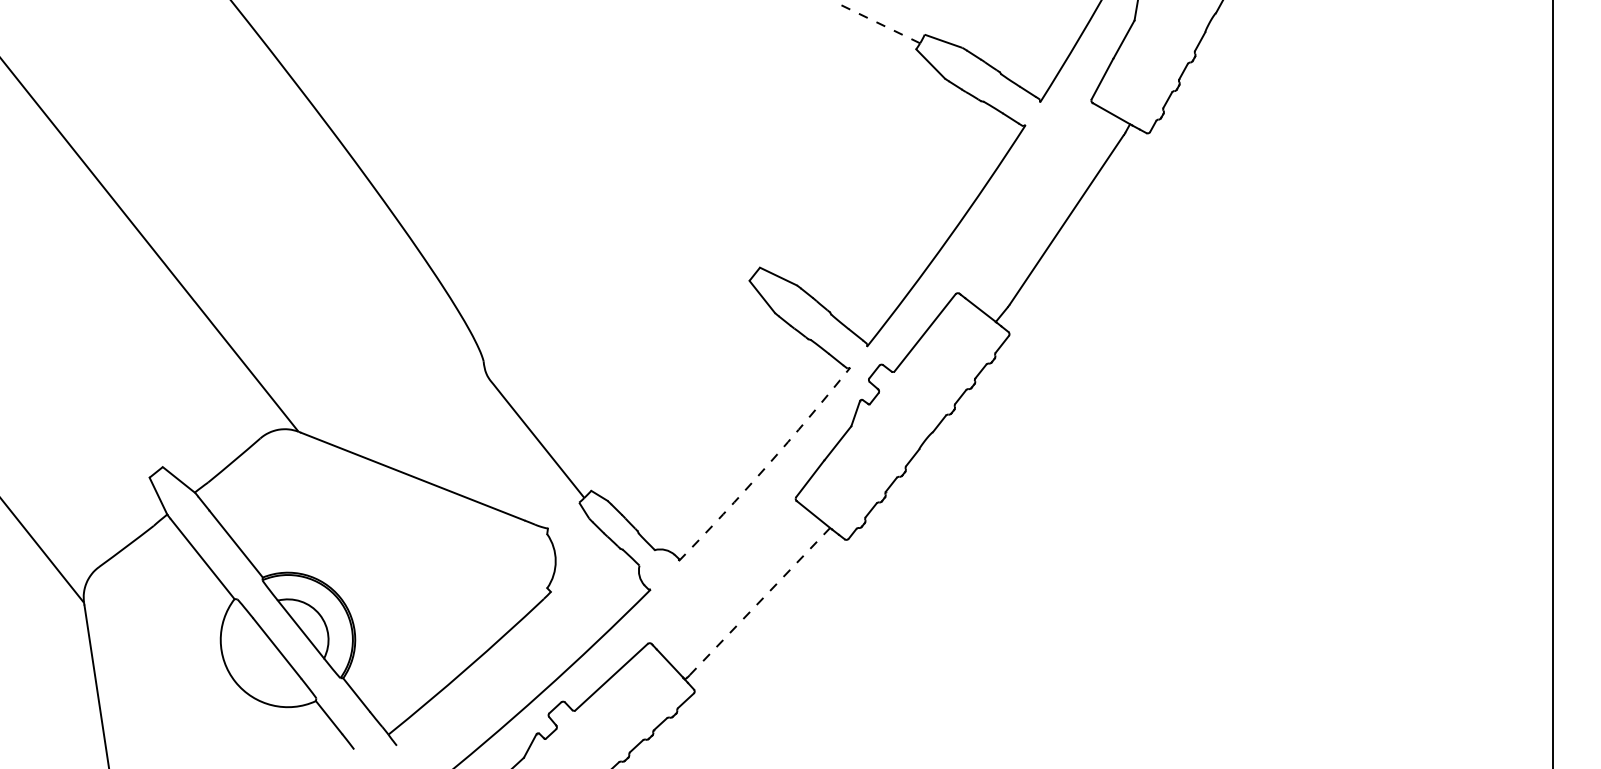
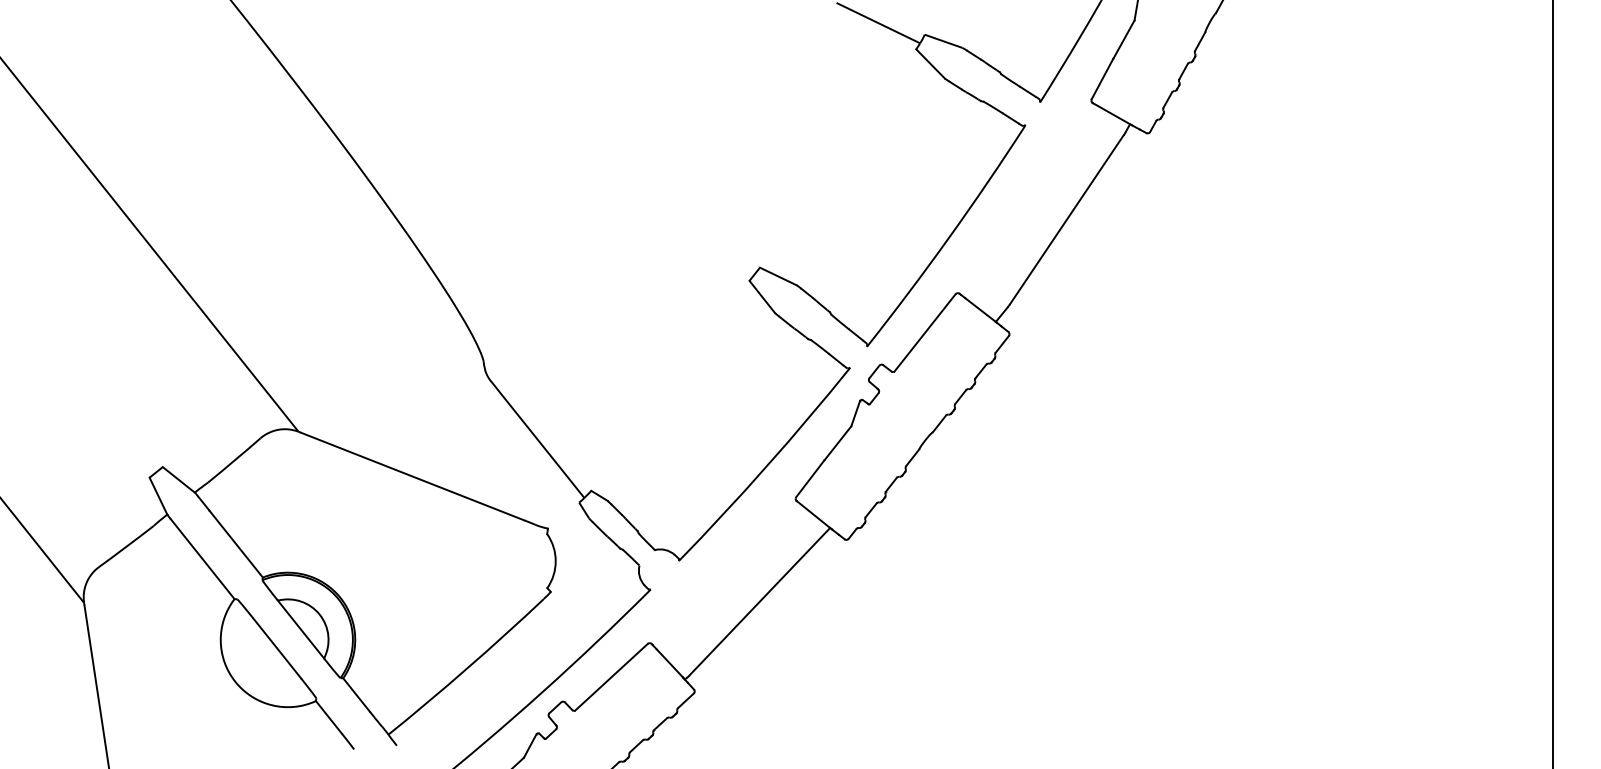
line at (878, 23): dashed -> solid
arc at (766, 466): dashed -> solid
line at (759, 601): dashed -> solid
